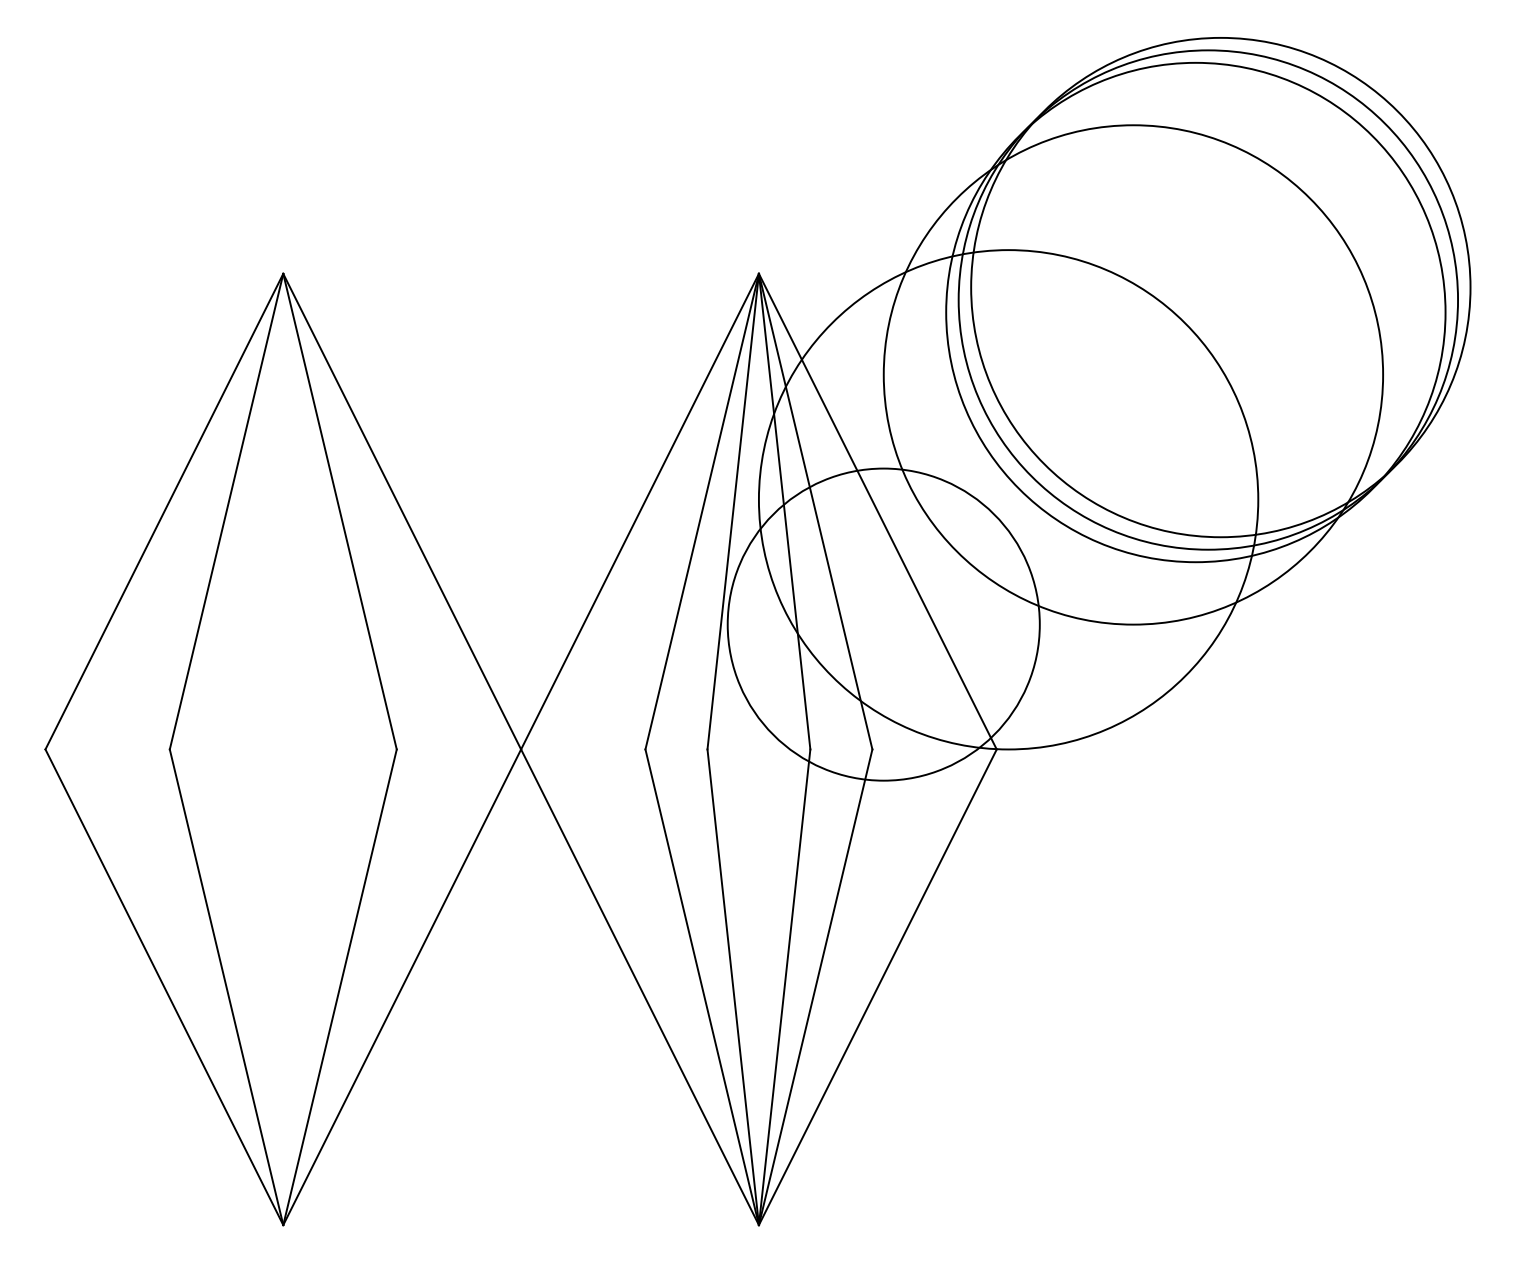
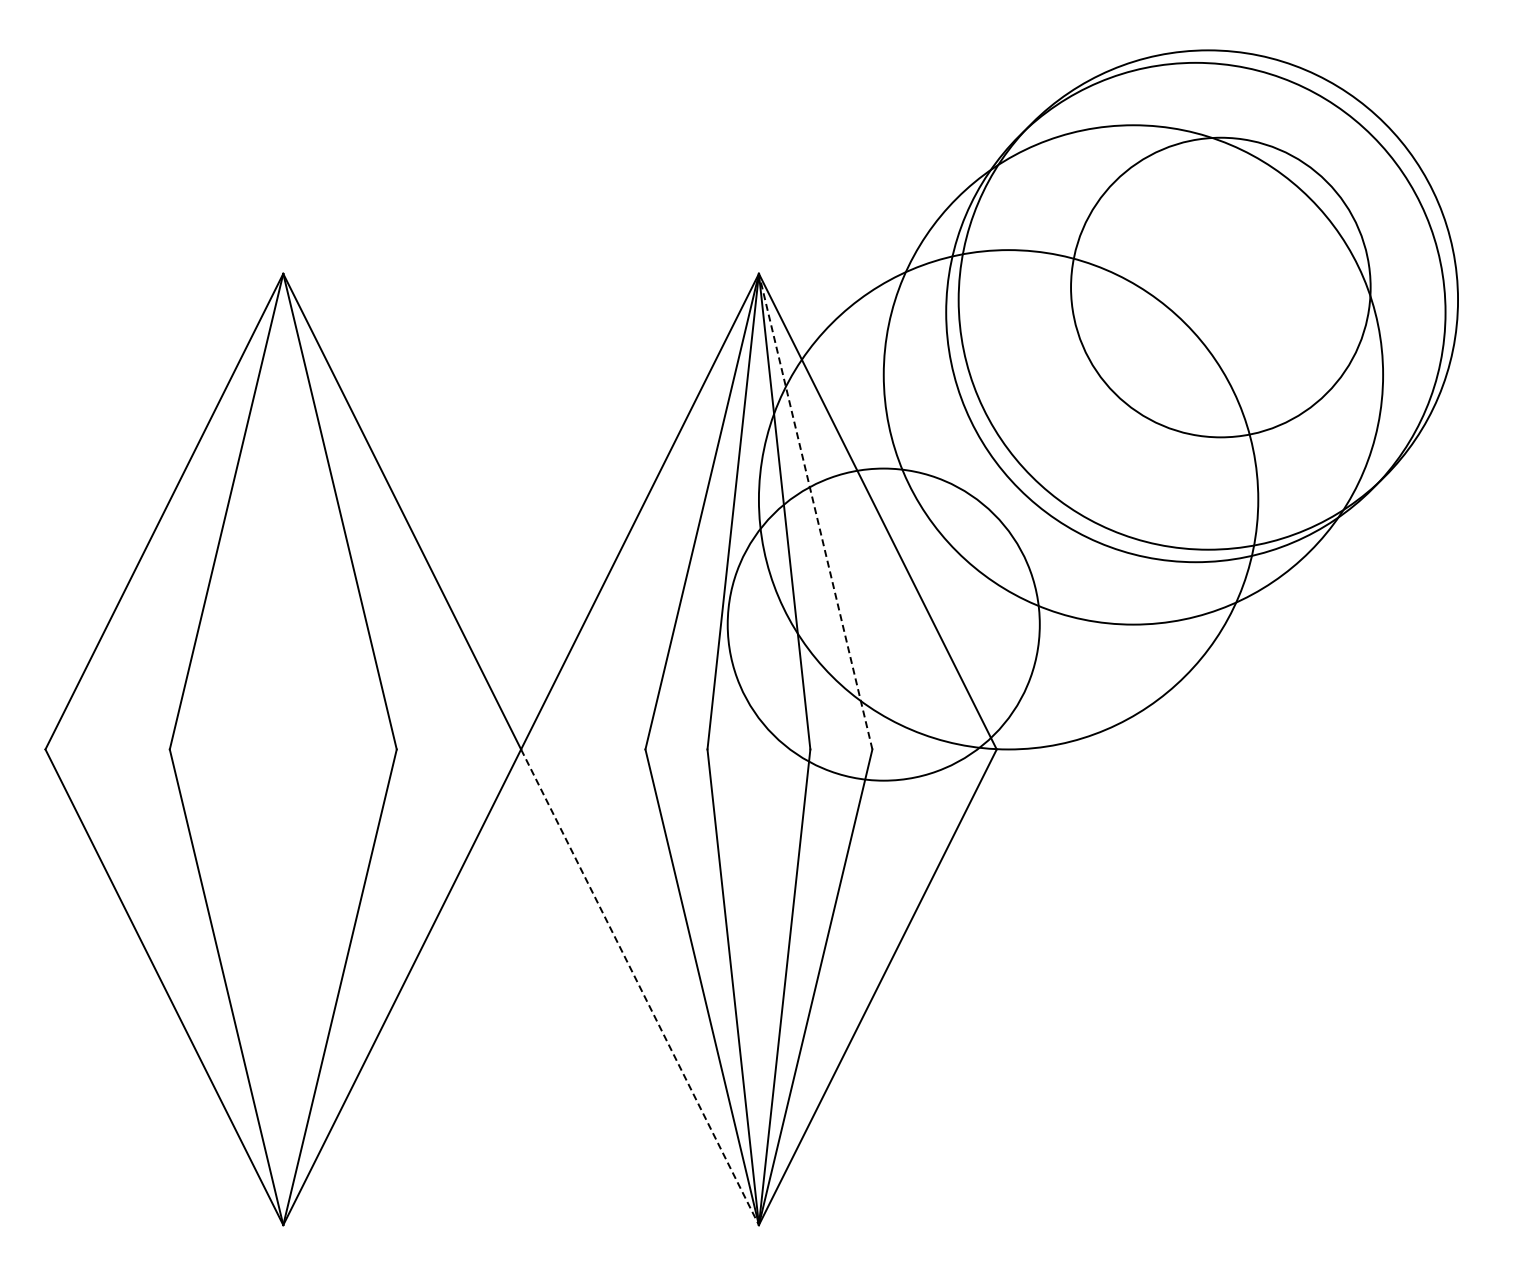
circle at (1220, 287) diameter: 499 px -> 300 px
line at (815, 511): solid -> dashed
line at (640, 987): solid -> dashed
